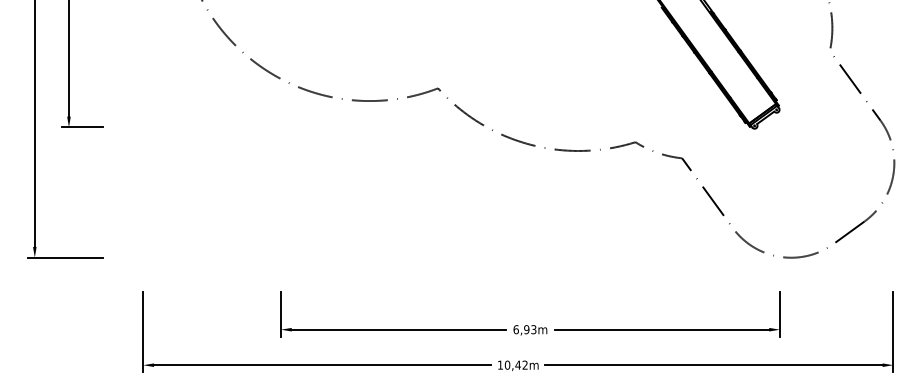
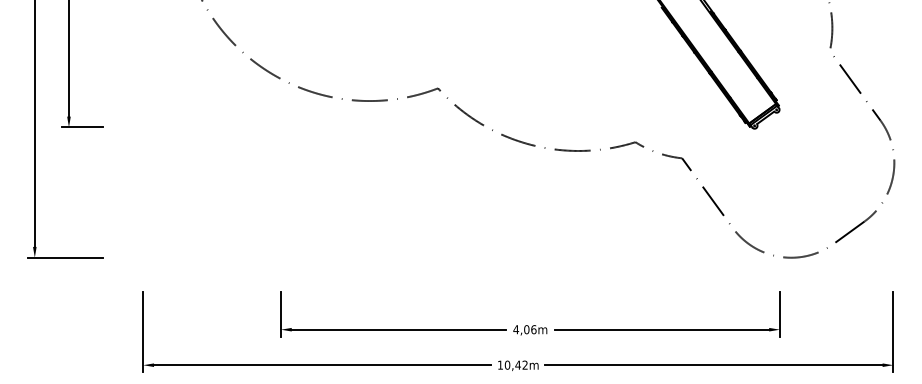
text at (524, 329): 6,93m -> 4,06m
